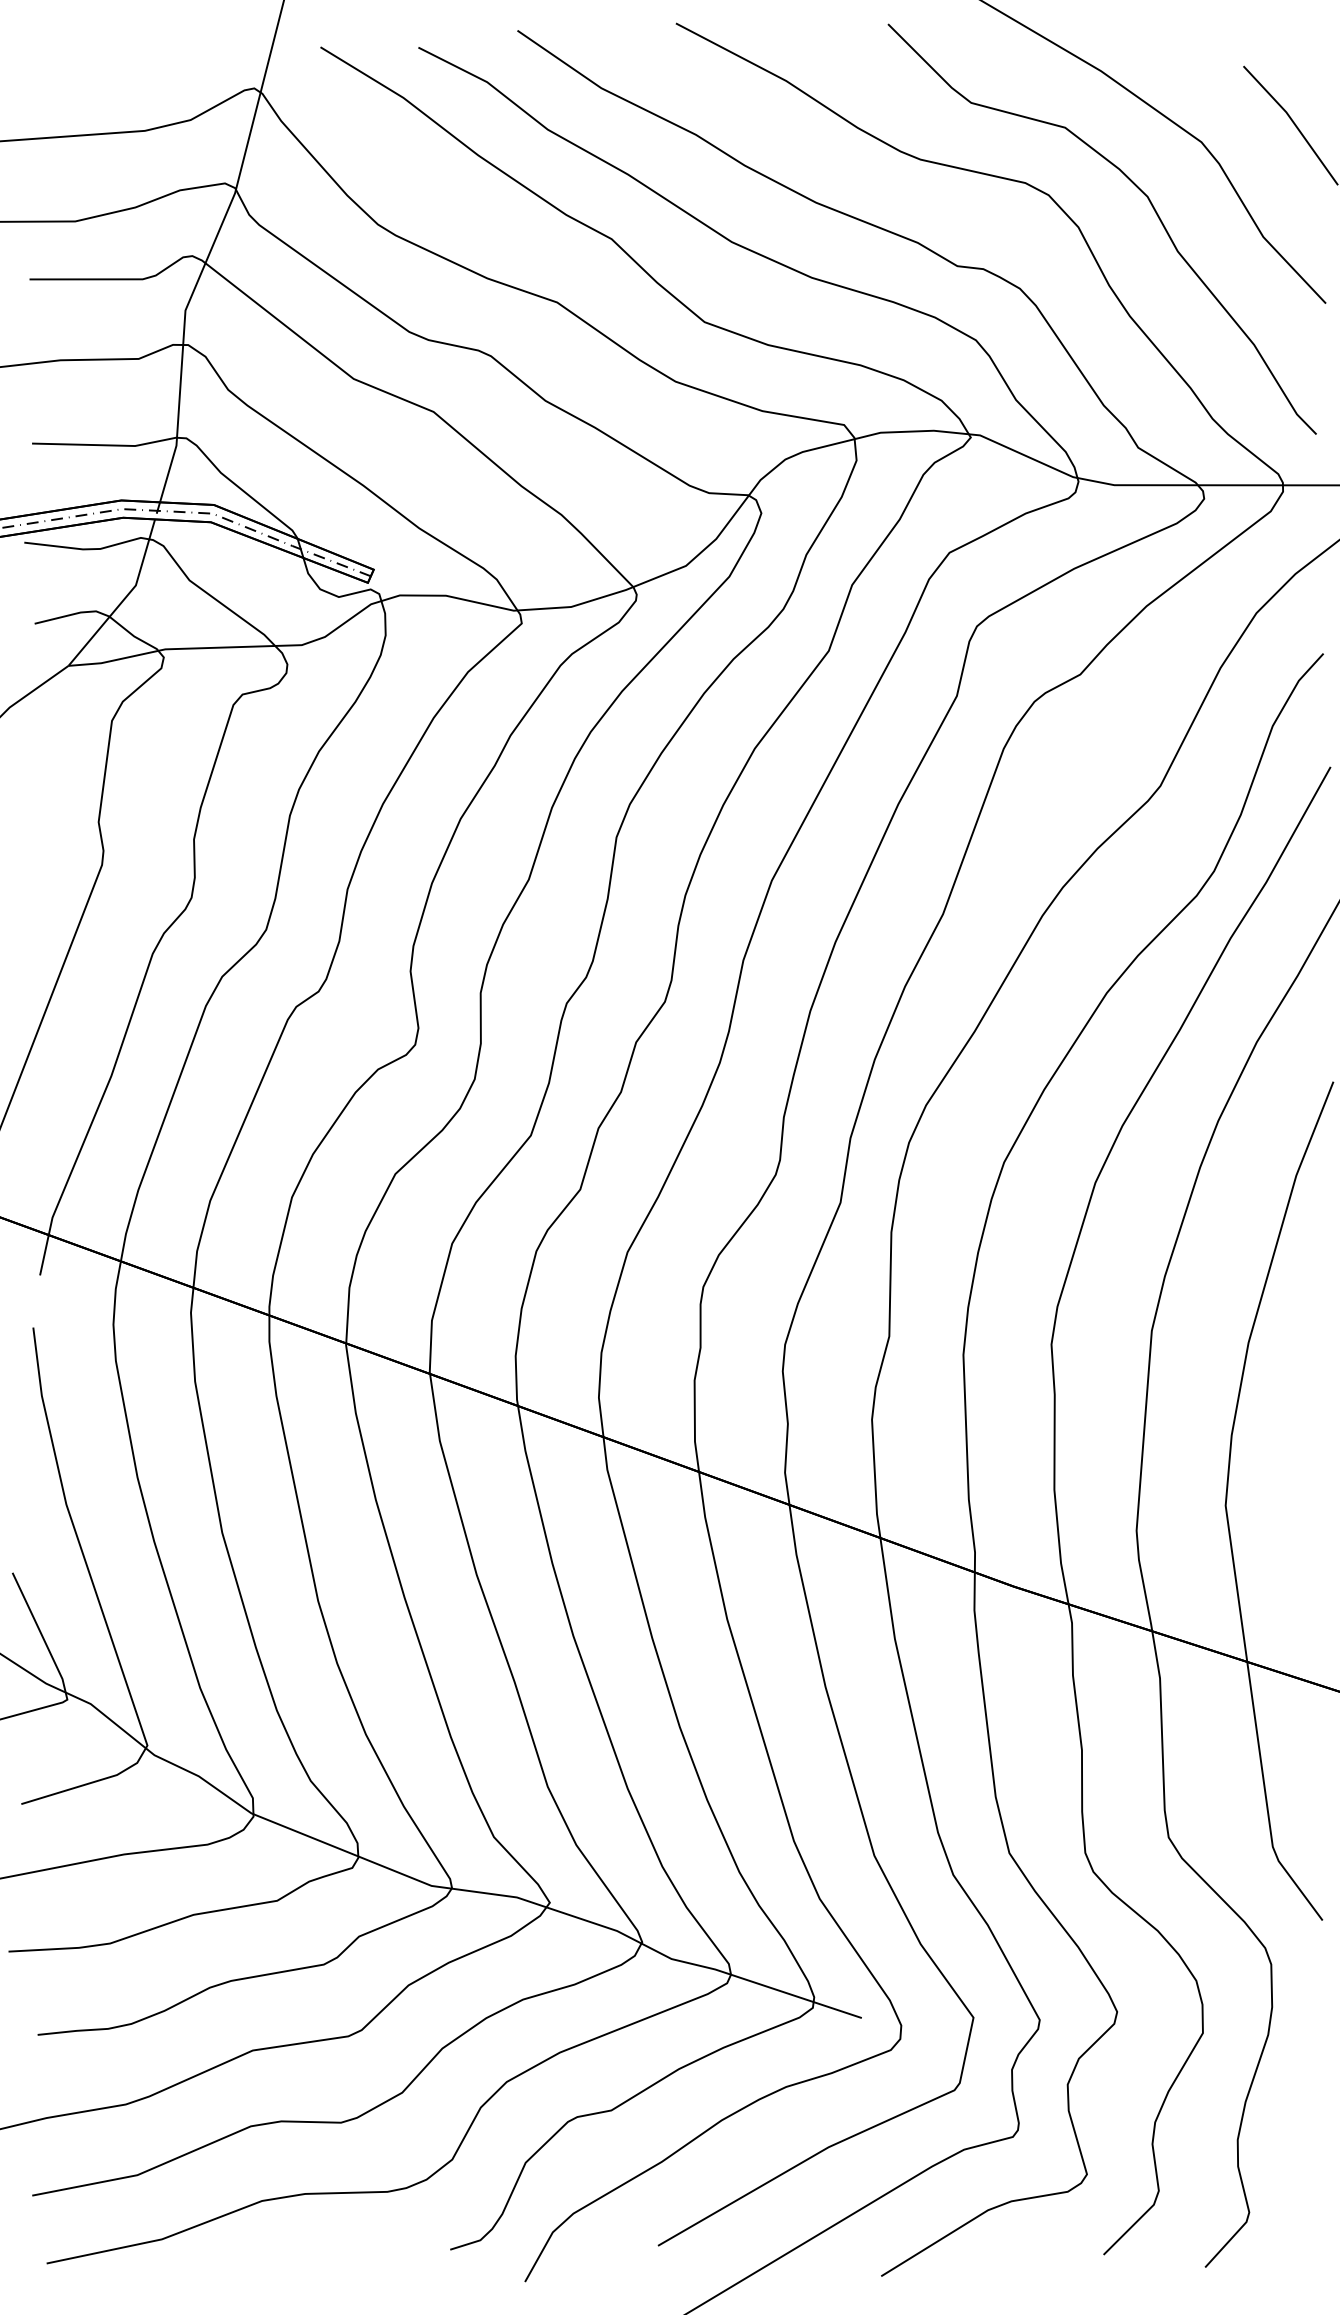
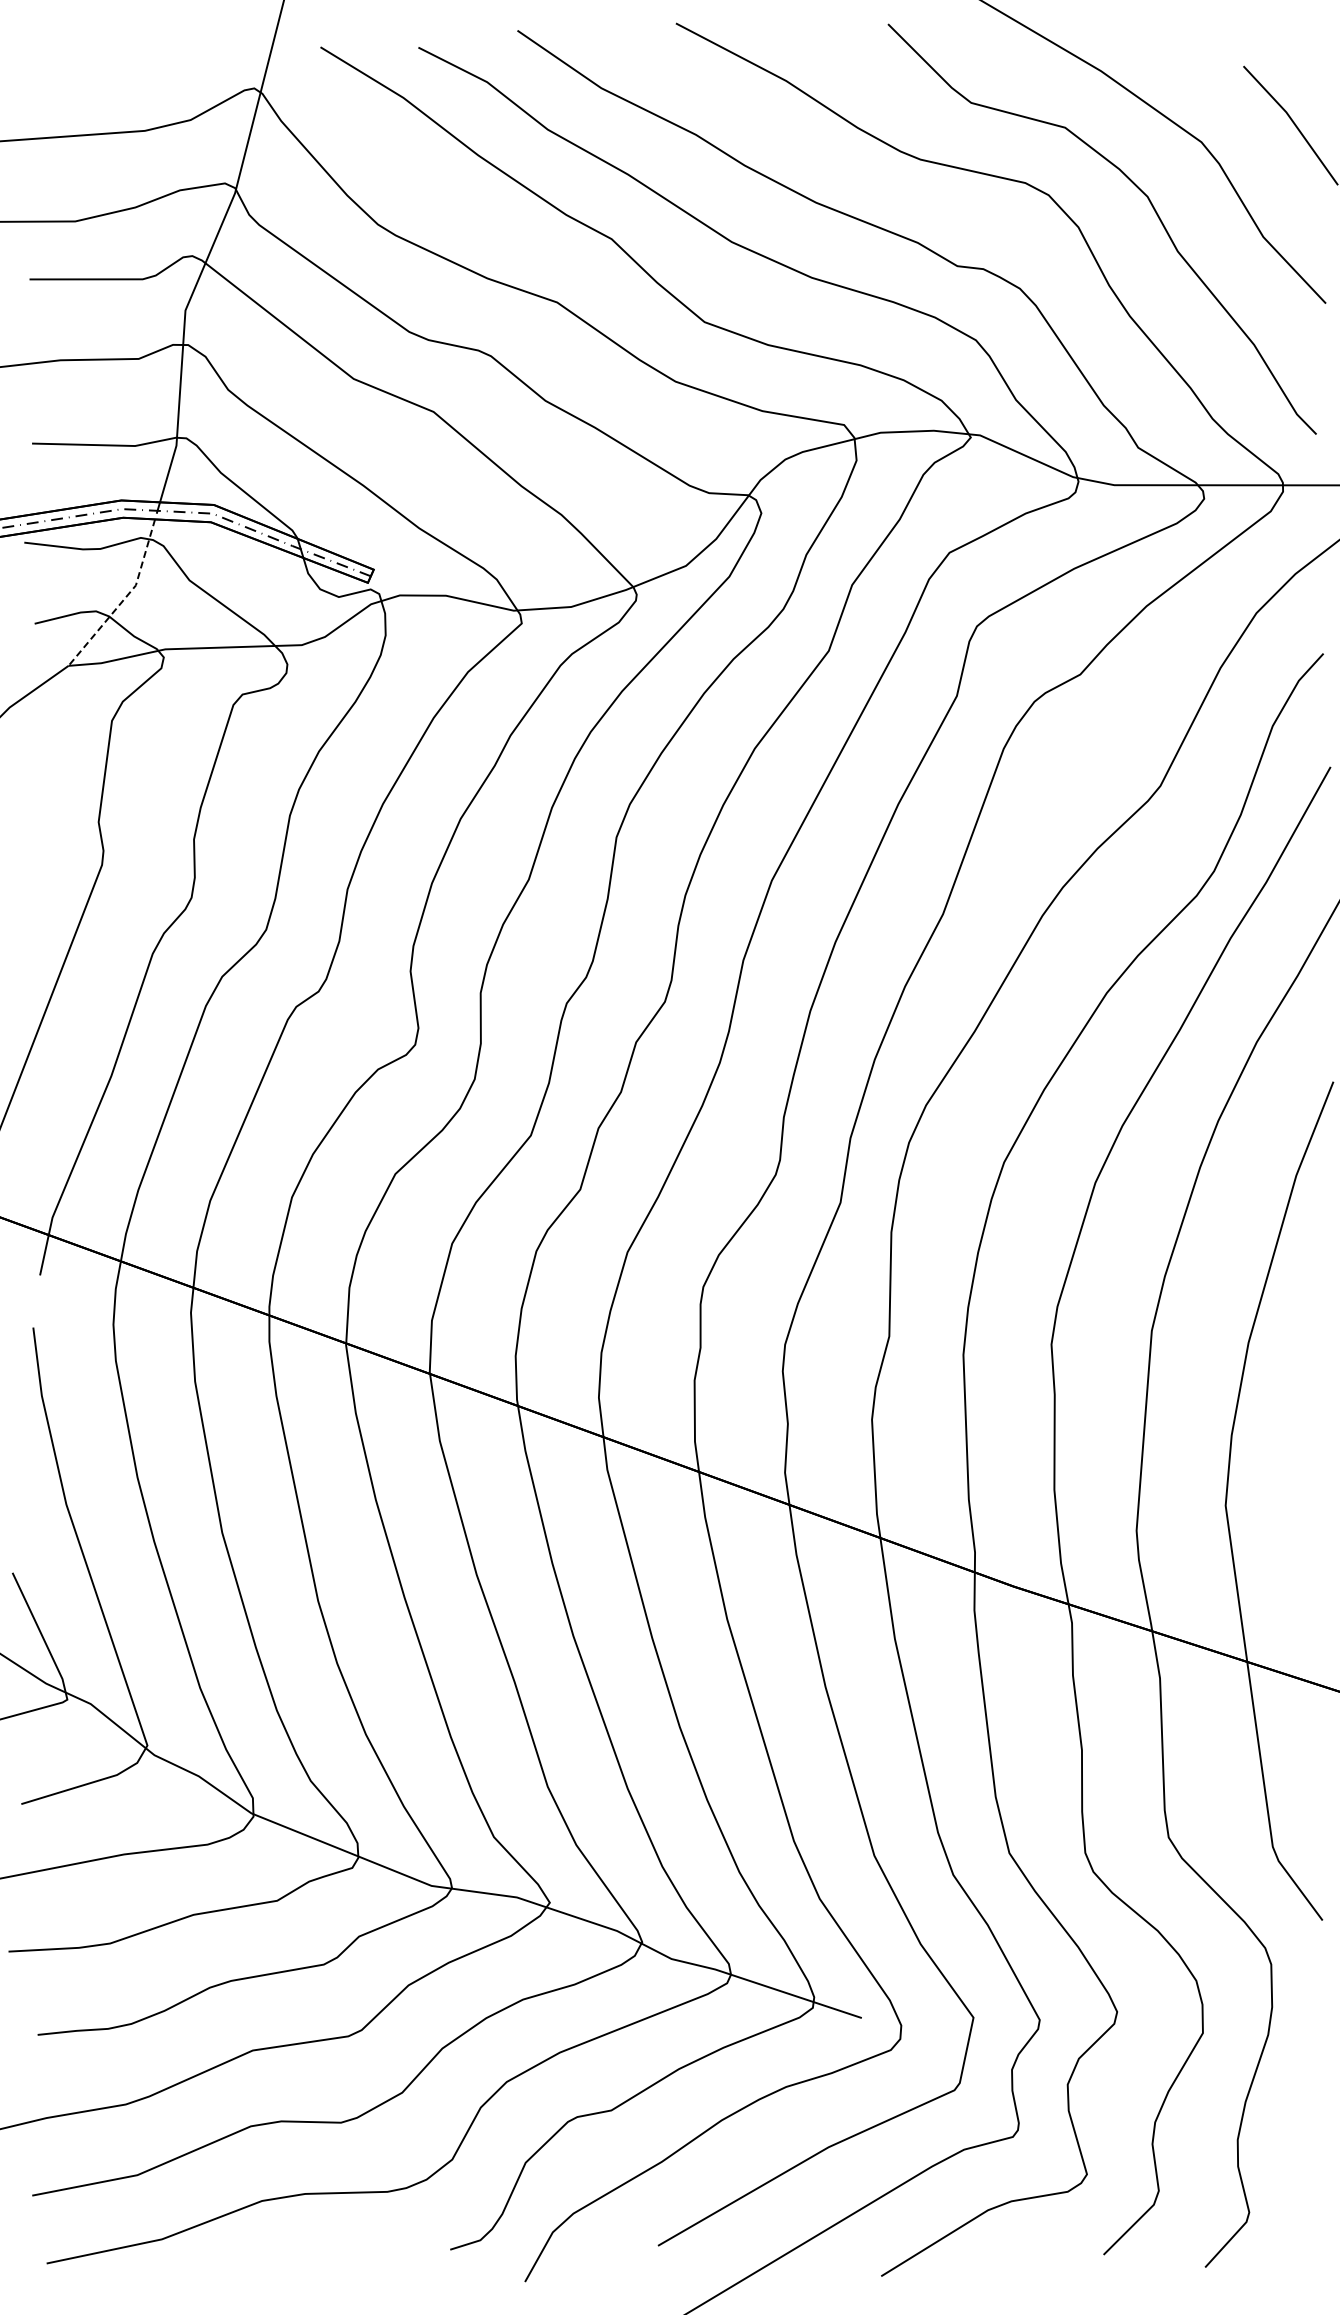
line at (124, 599): solid -> dashed
